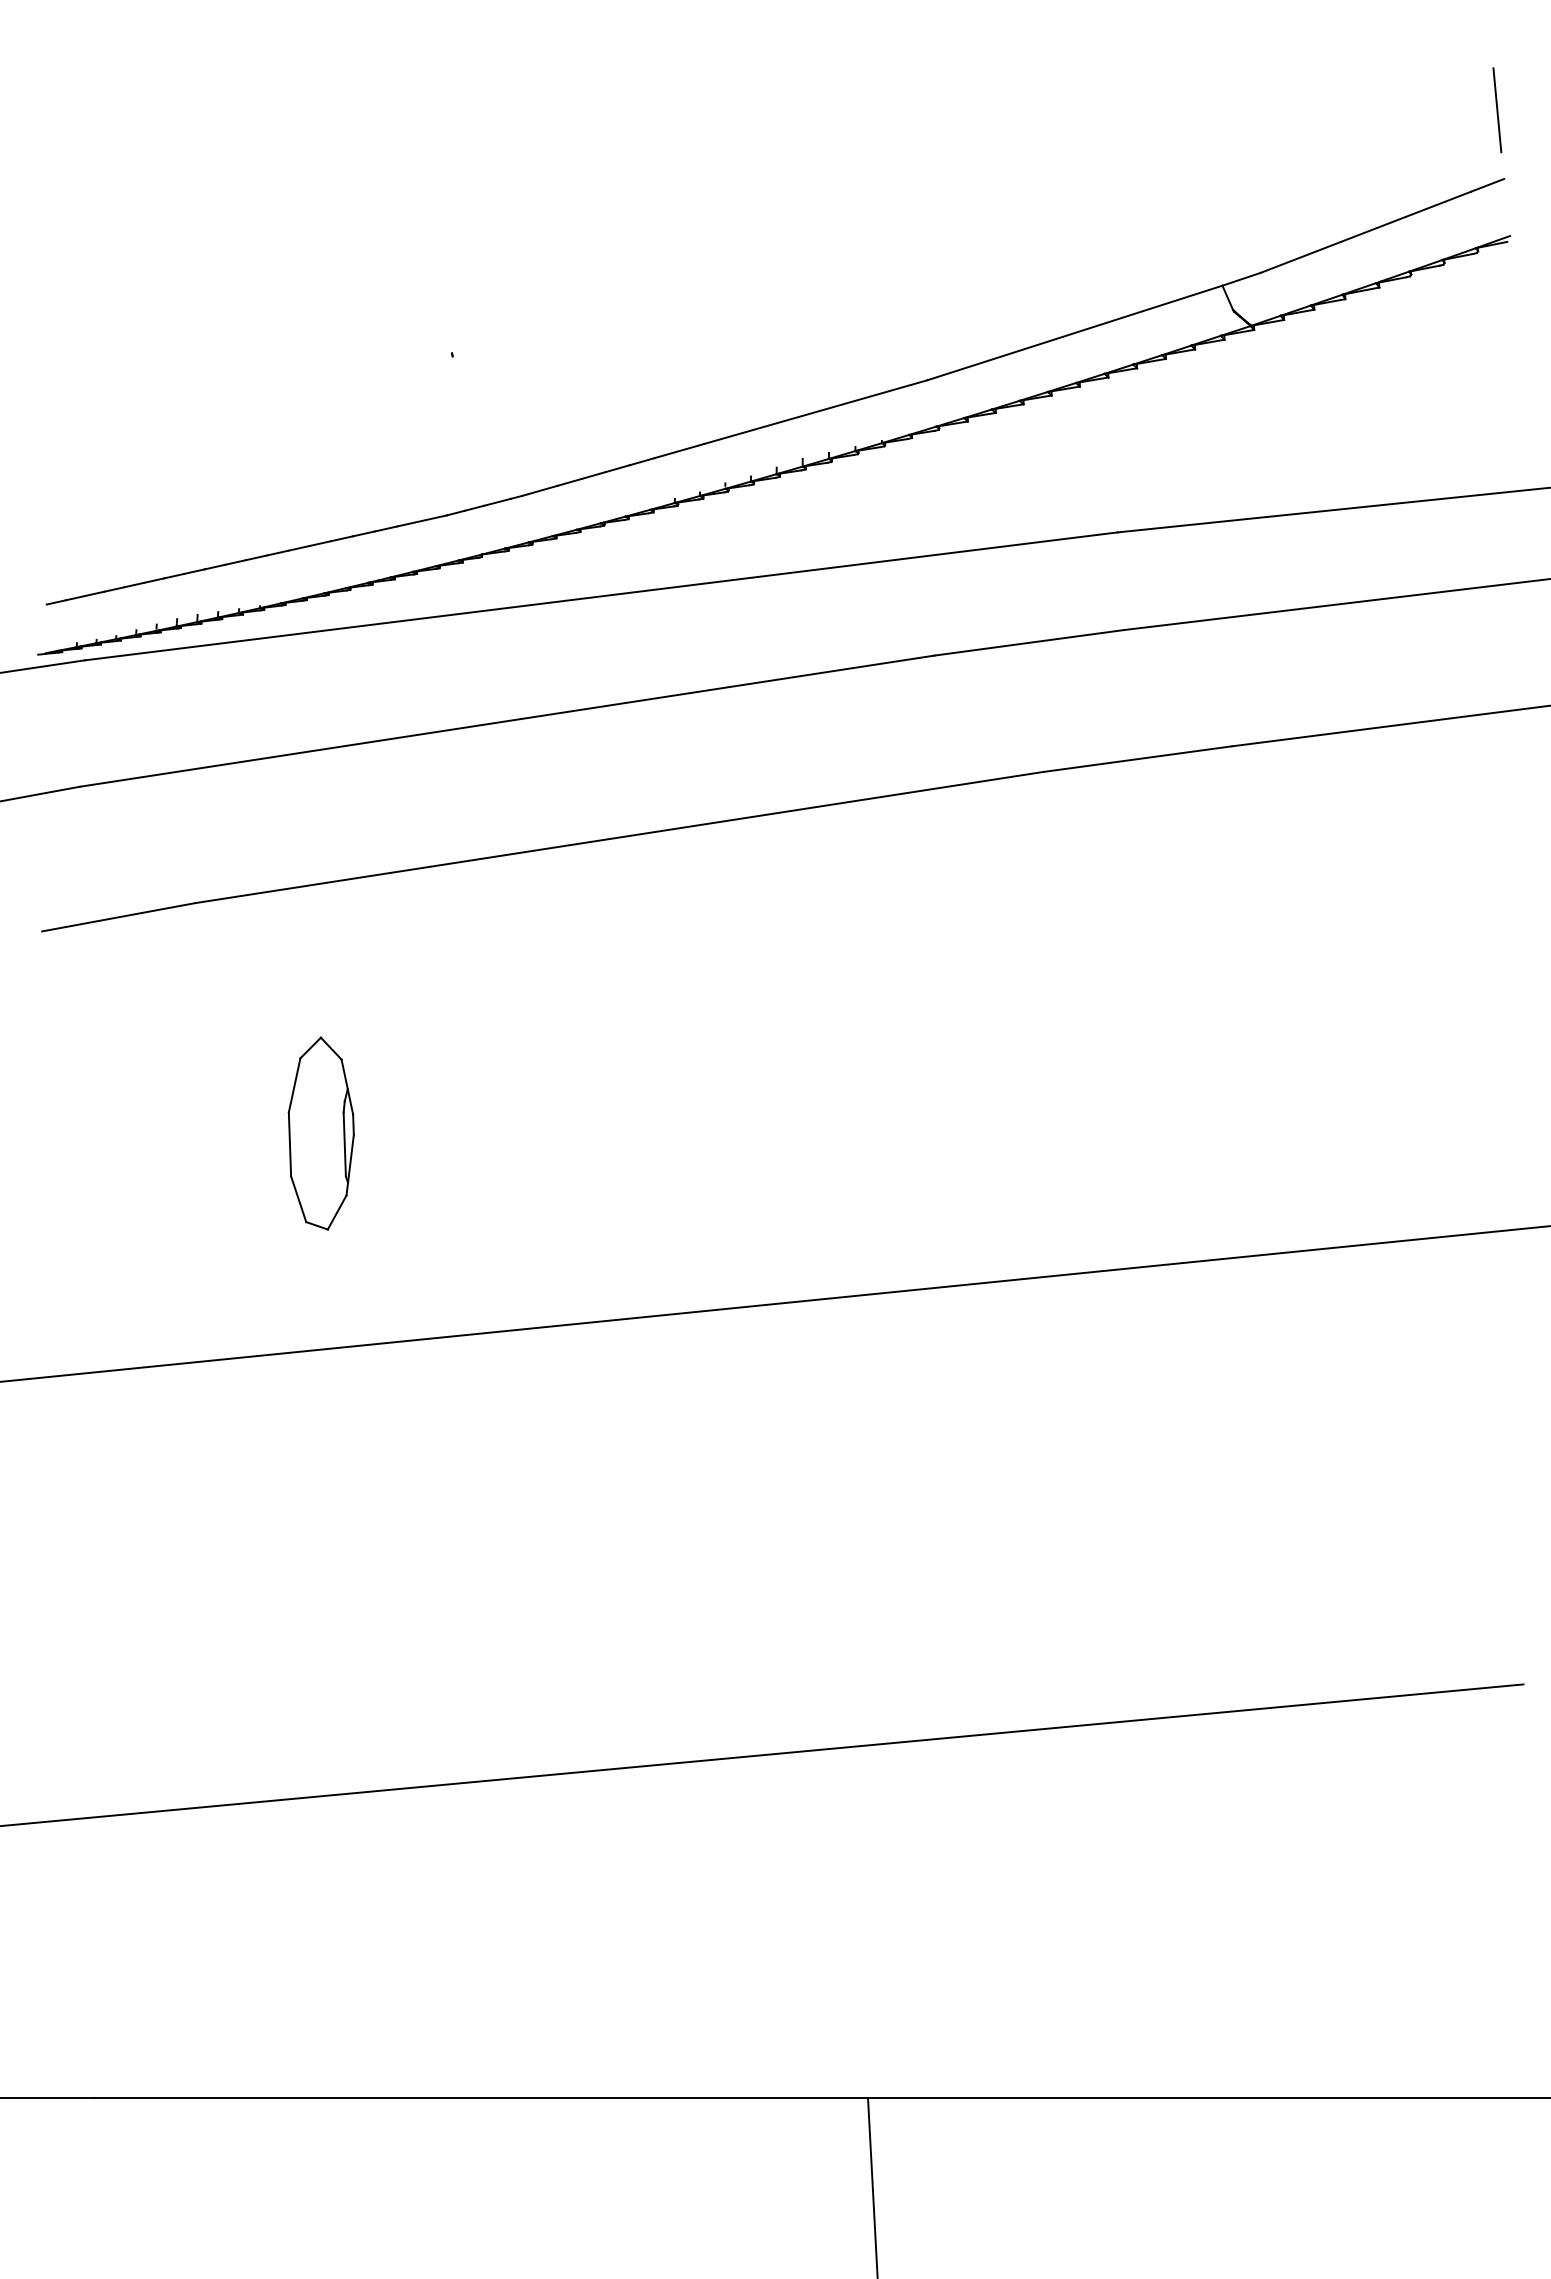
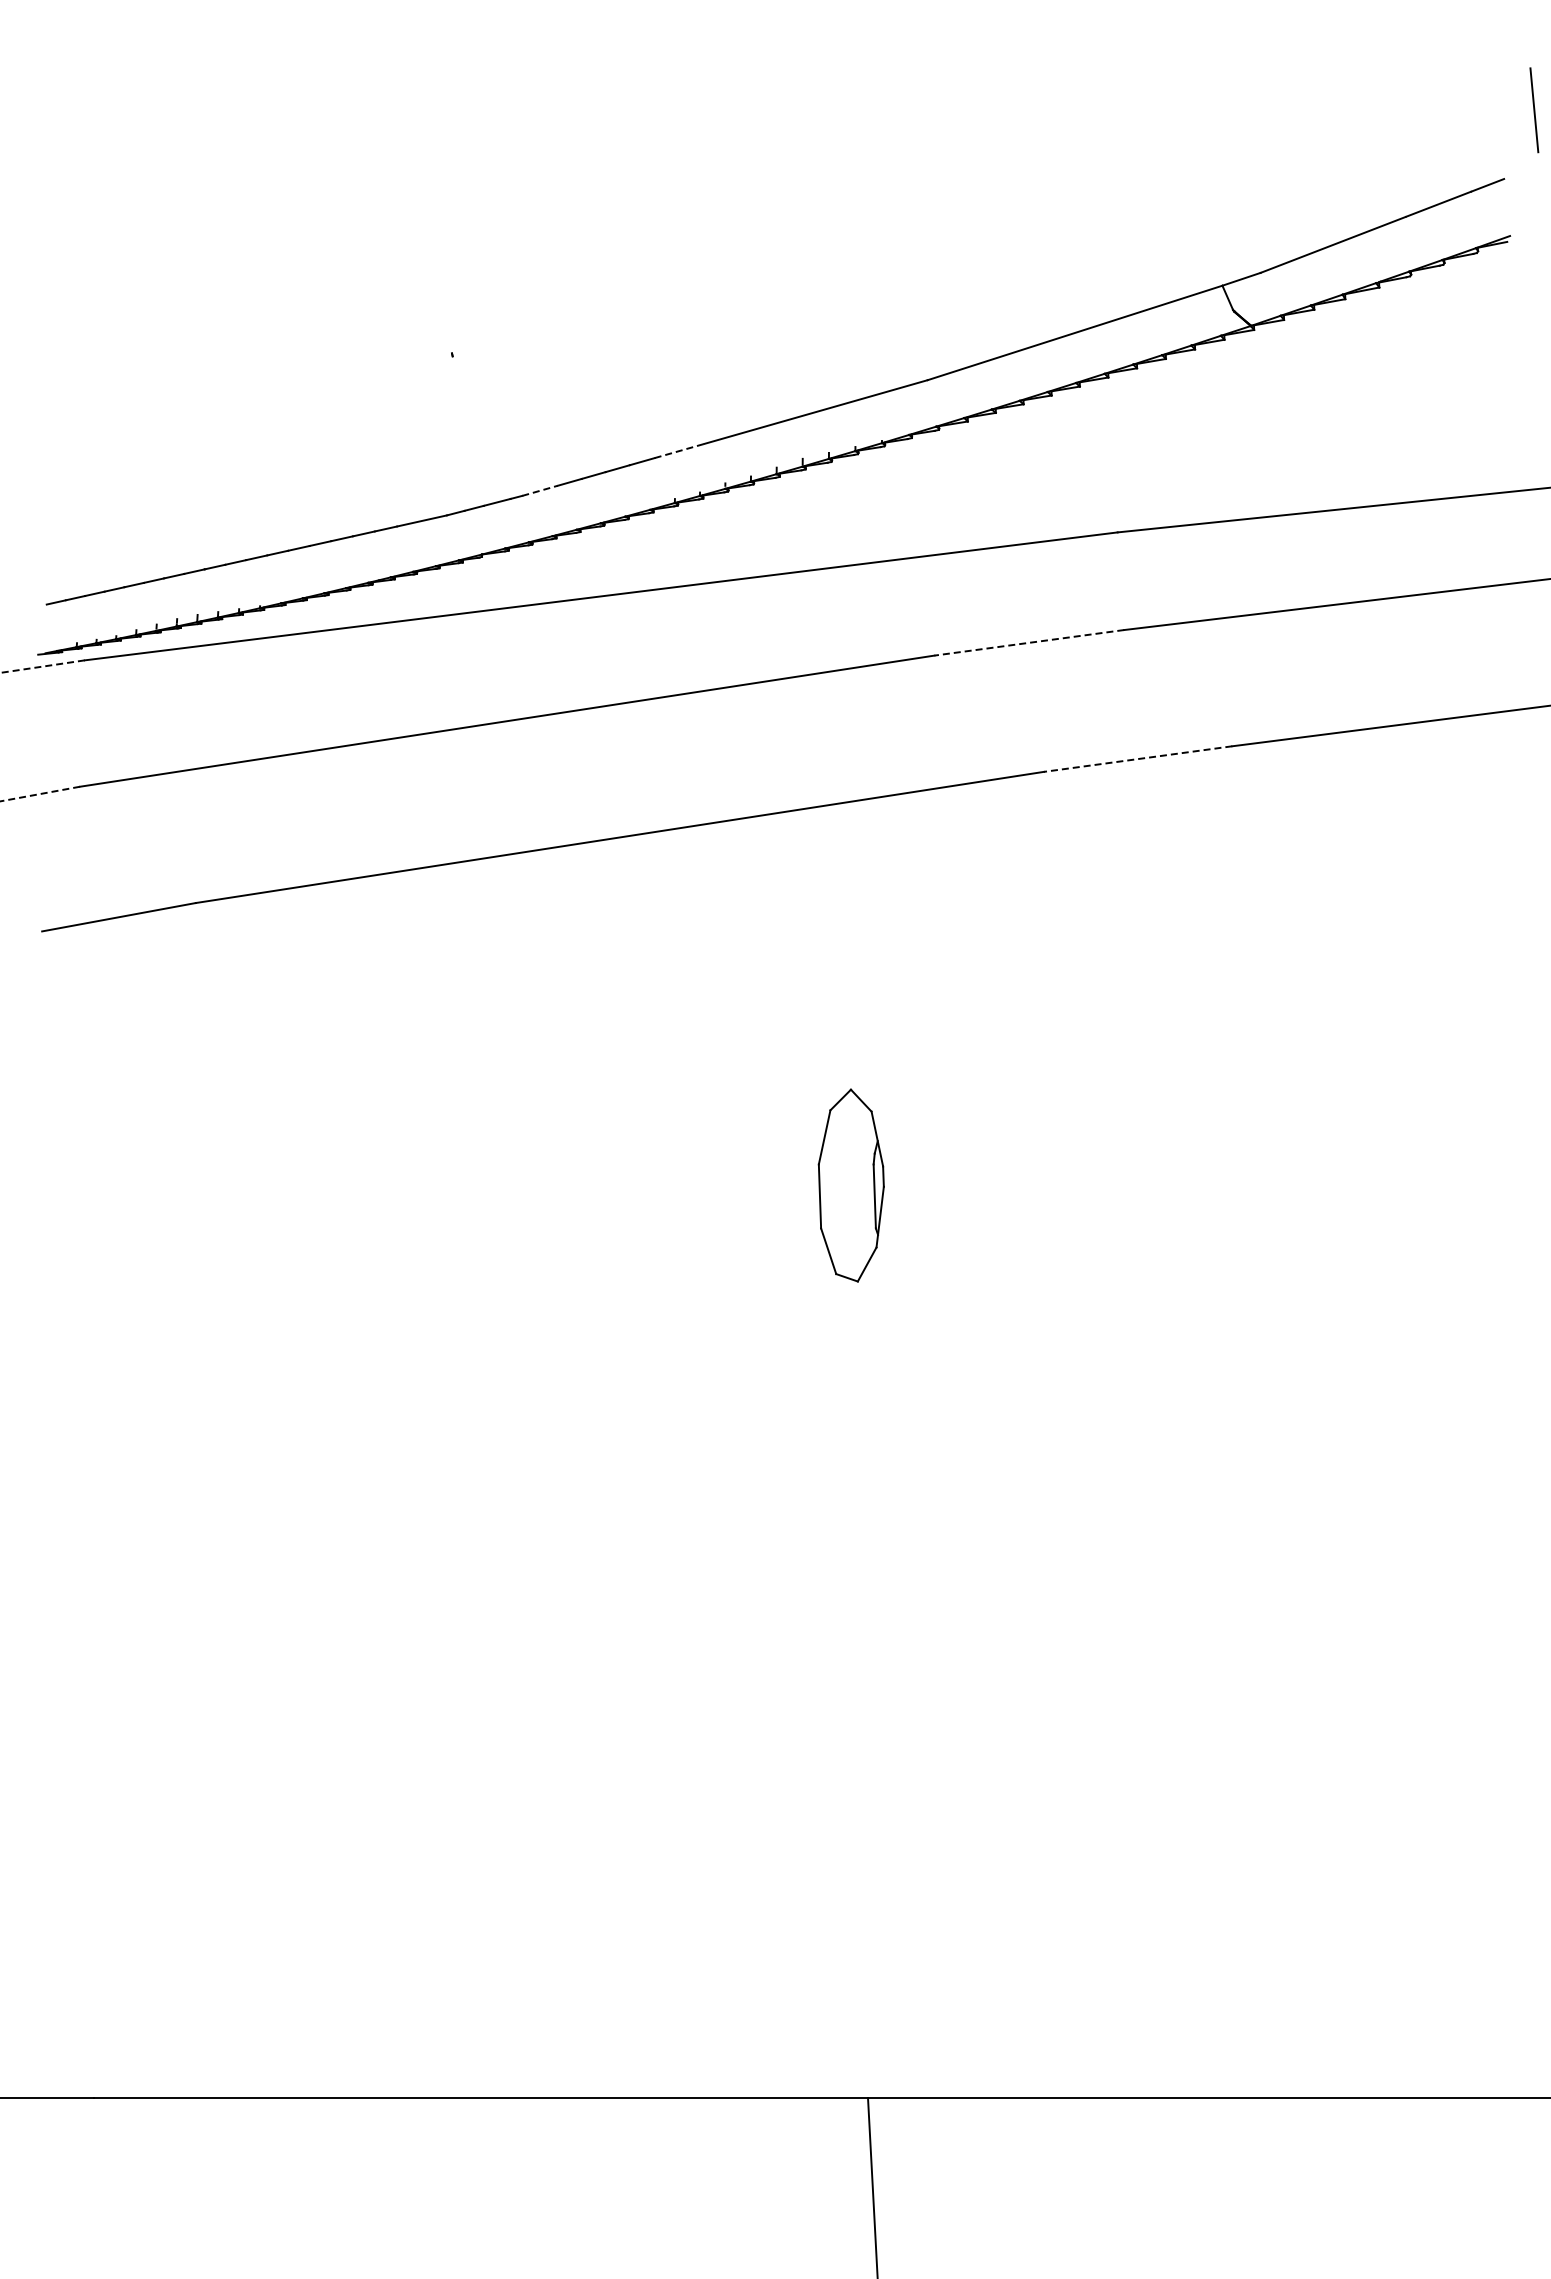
line at (1497, 110) position: (1497, 110) -> (1534, 110)
line at (679, 451): solid -> dashed
line at (540, 490): solid -> dashed
line at (1029, 642): solid -> dashed
line at (42, 666): solid -> dashed
line at (1137, 759): solid -> dashed
line at (39, 794): solid -> dashed
part at (320, 1133) position: (320, 1133) -> (850, 1185)
line at (774, 1303): present -> none
line at (762, 1754): present -> none
